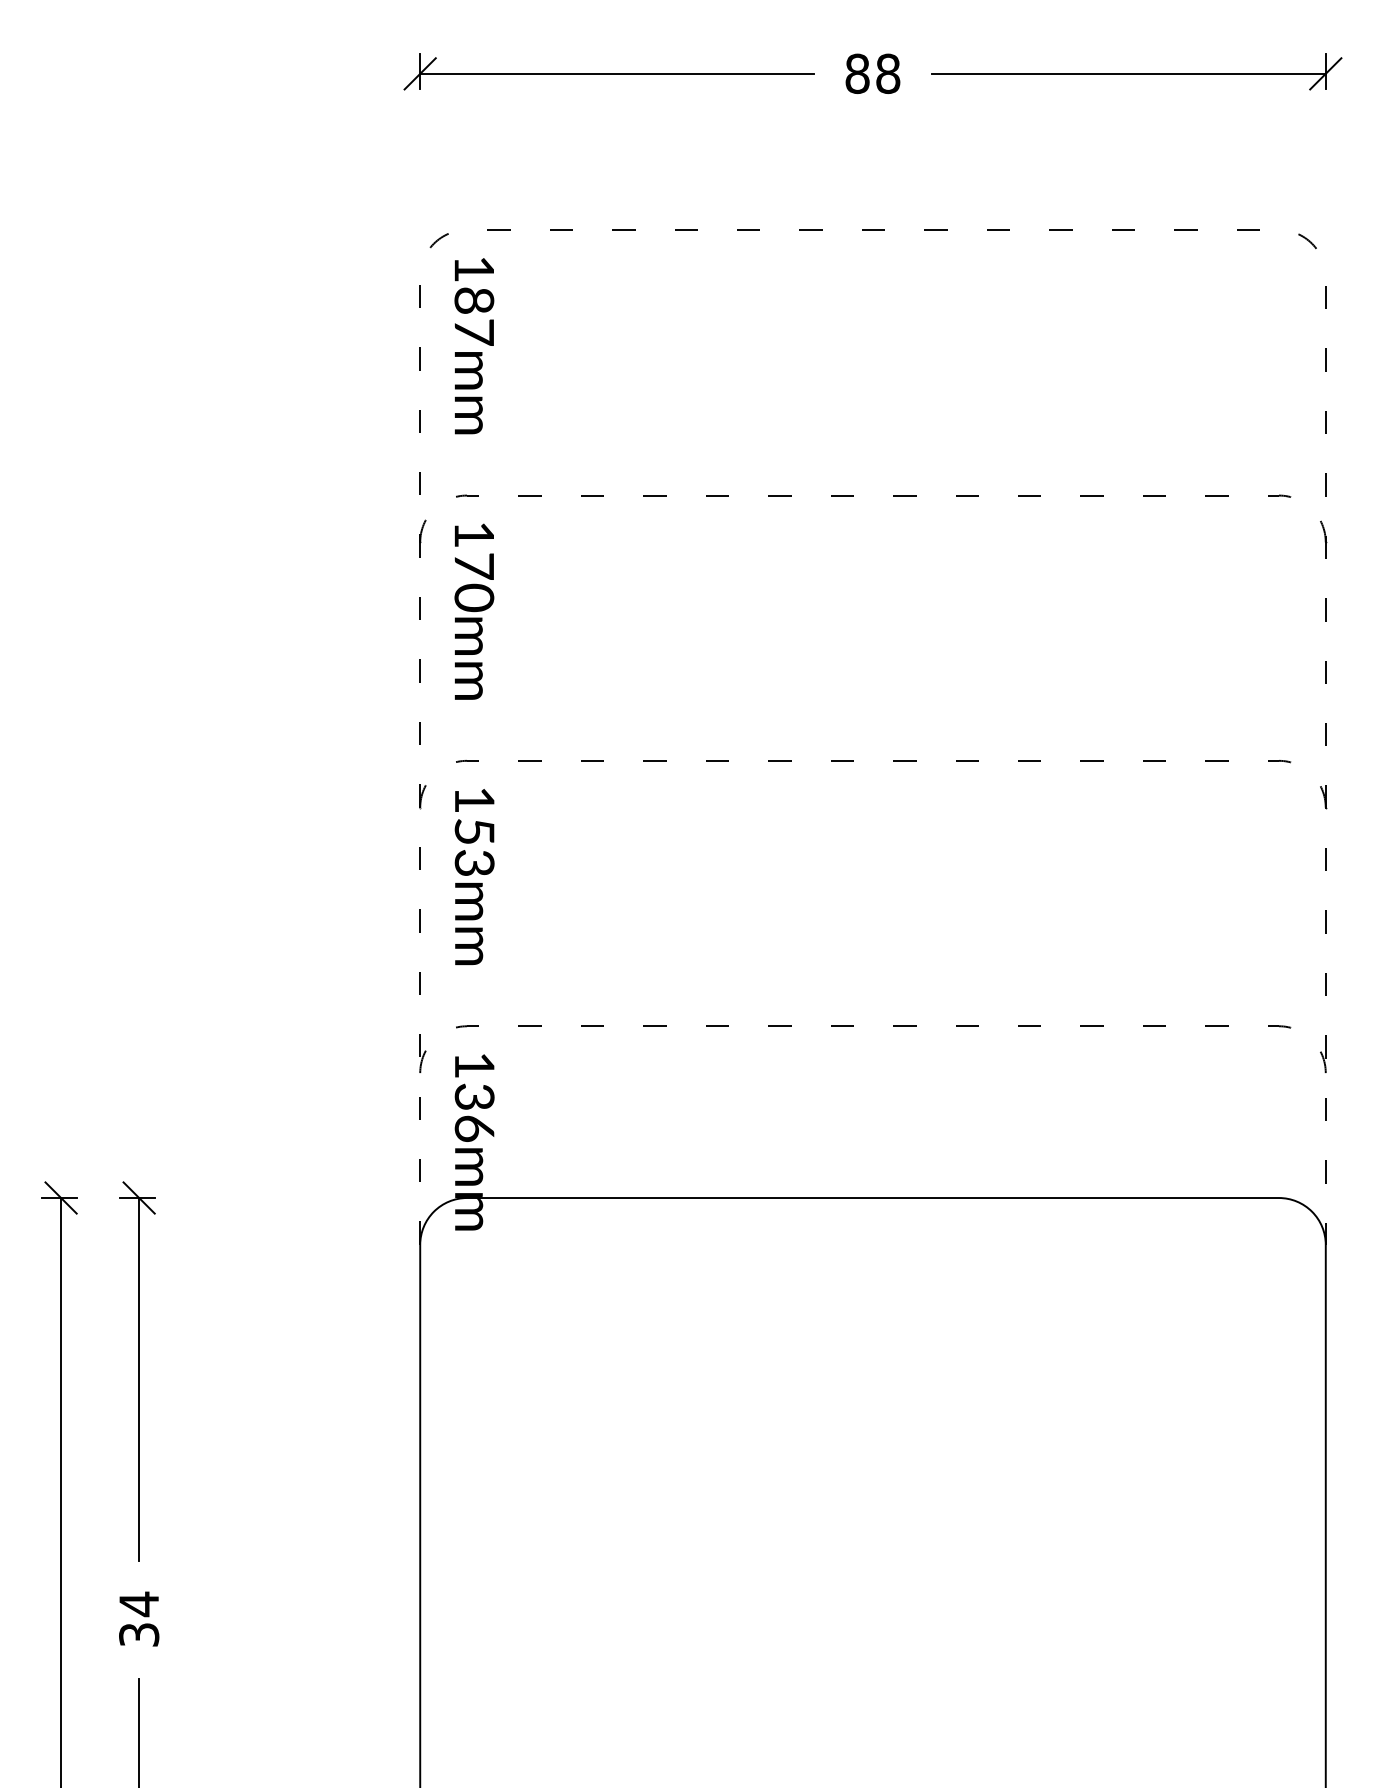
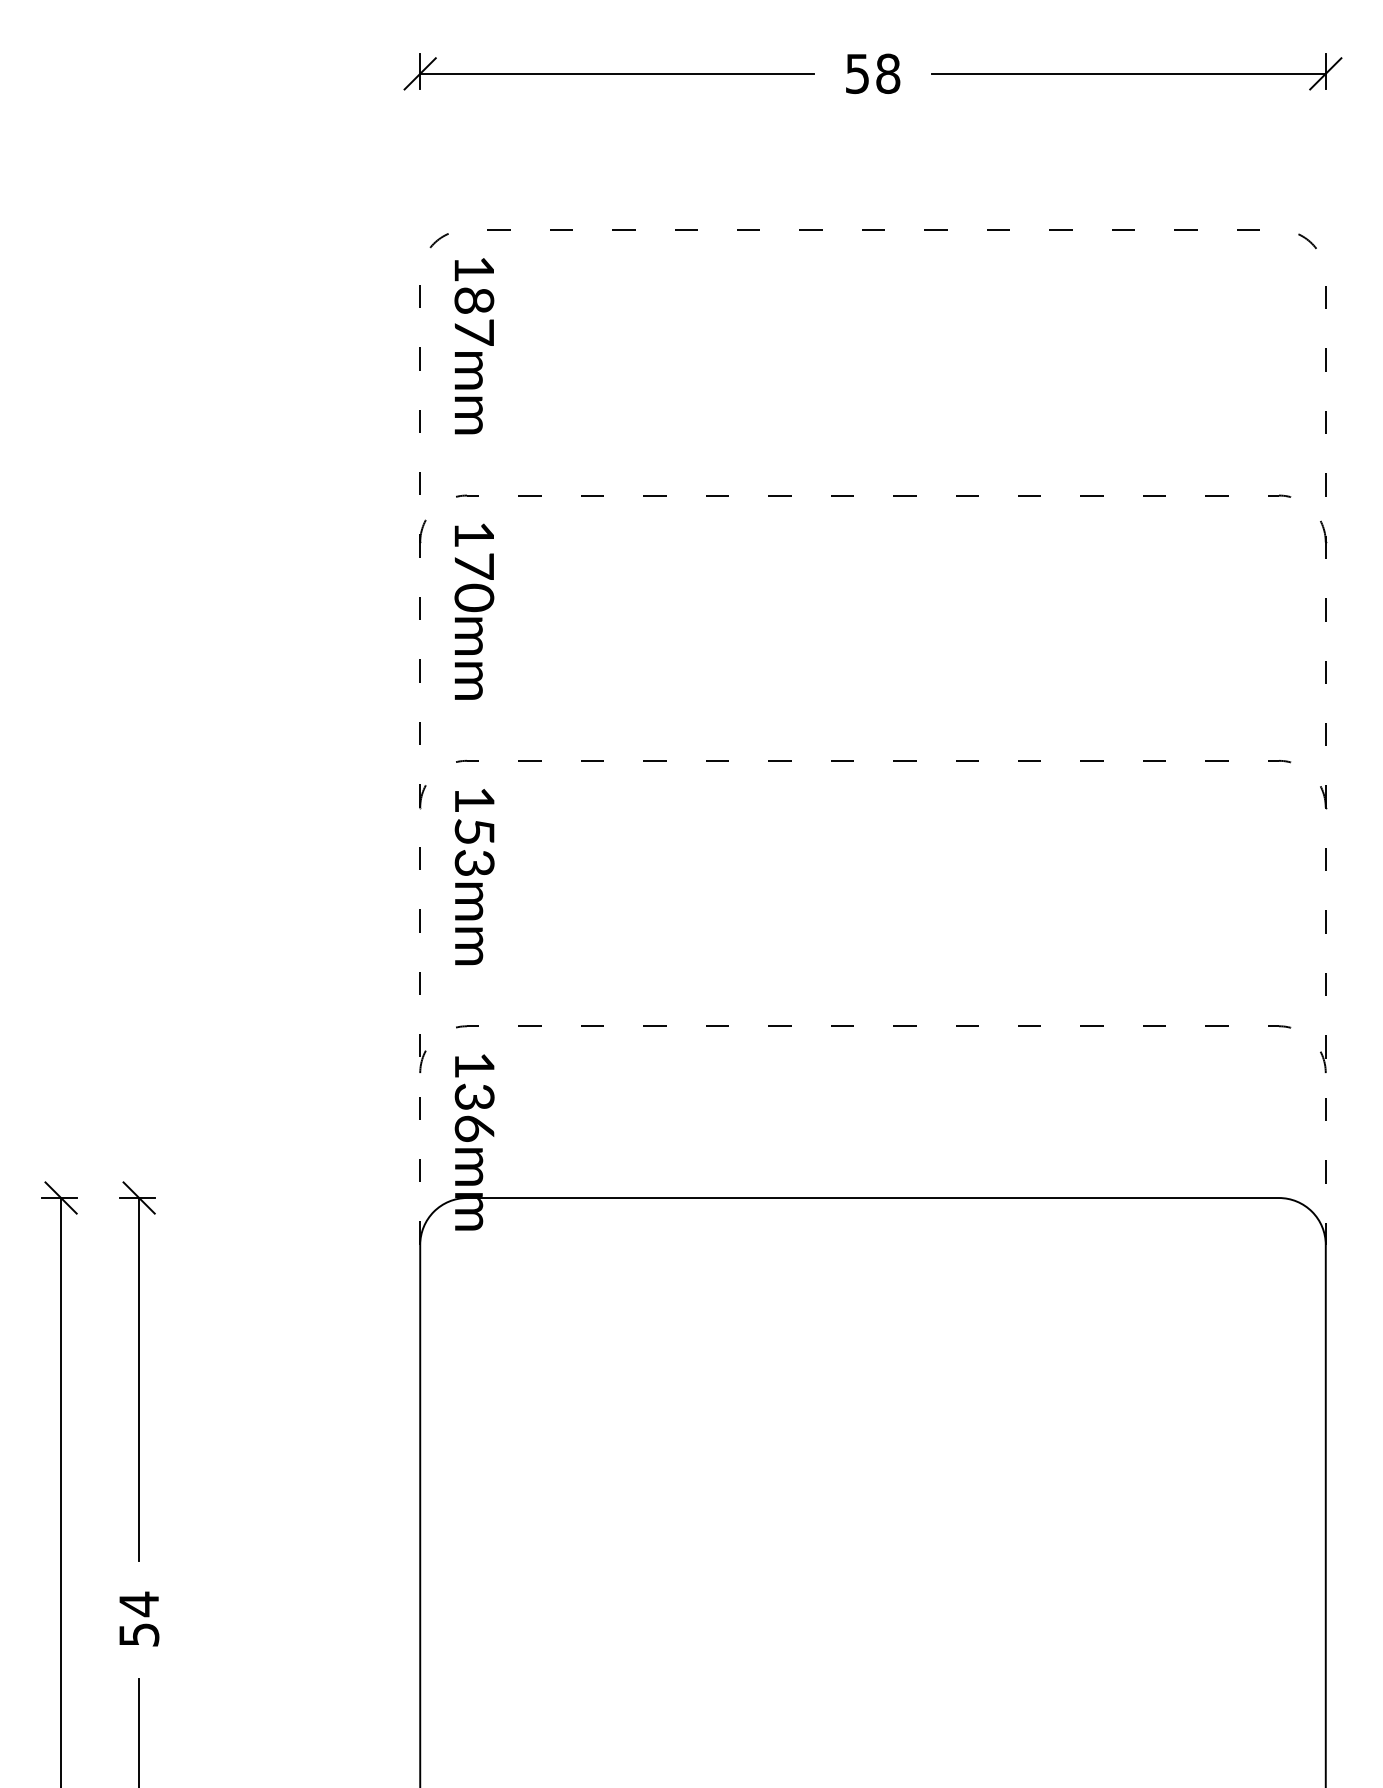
text at (857, 73): 88 -> 58
text at (138, 1634): 34 -> 54
